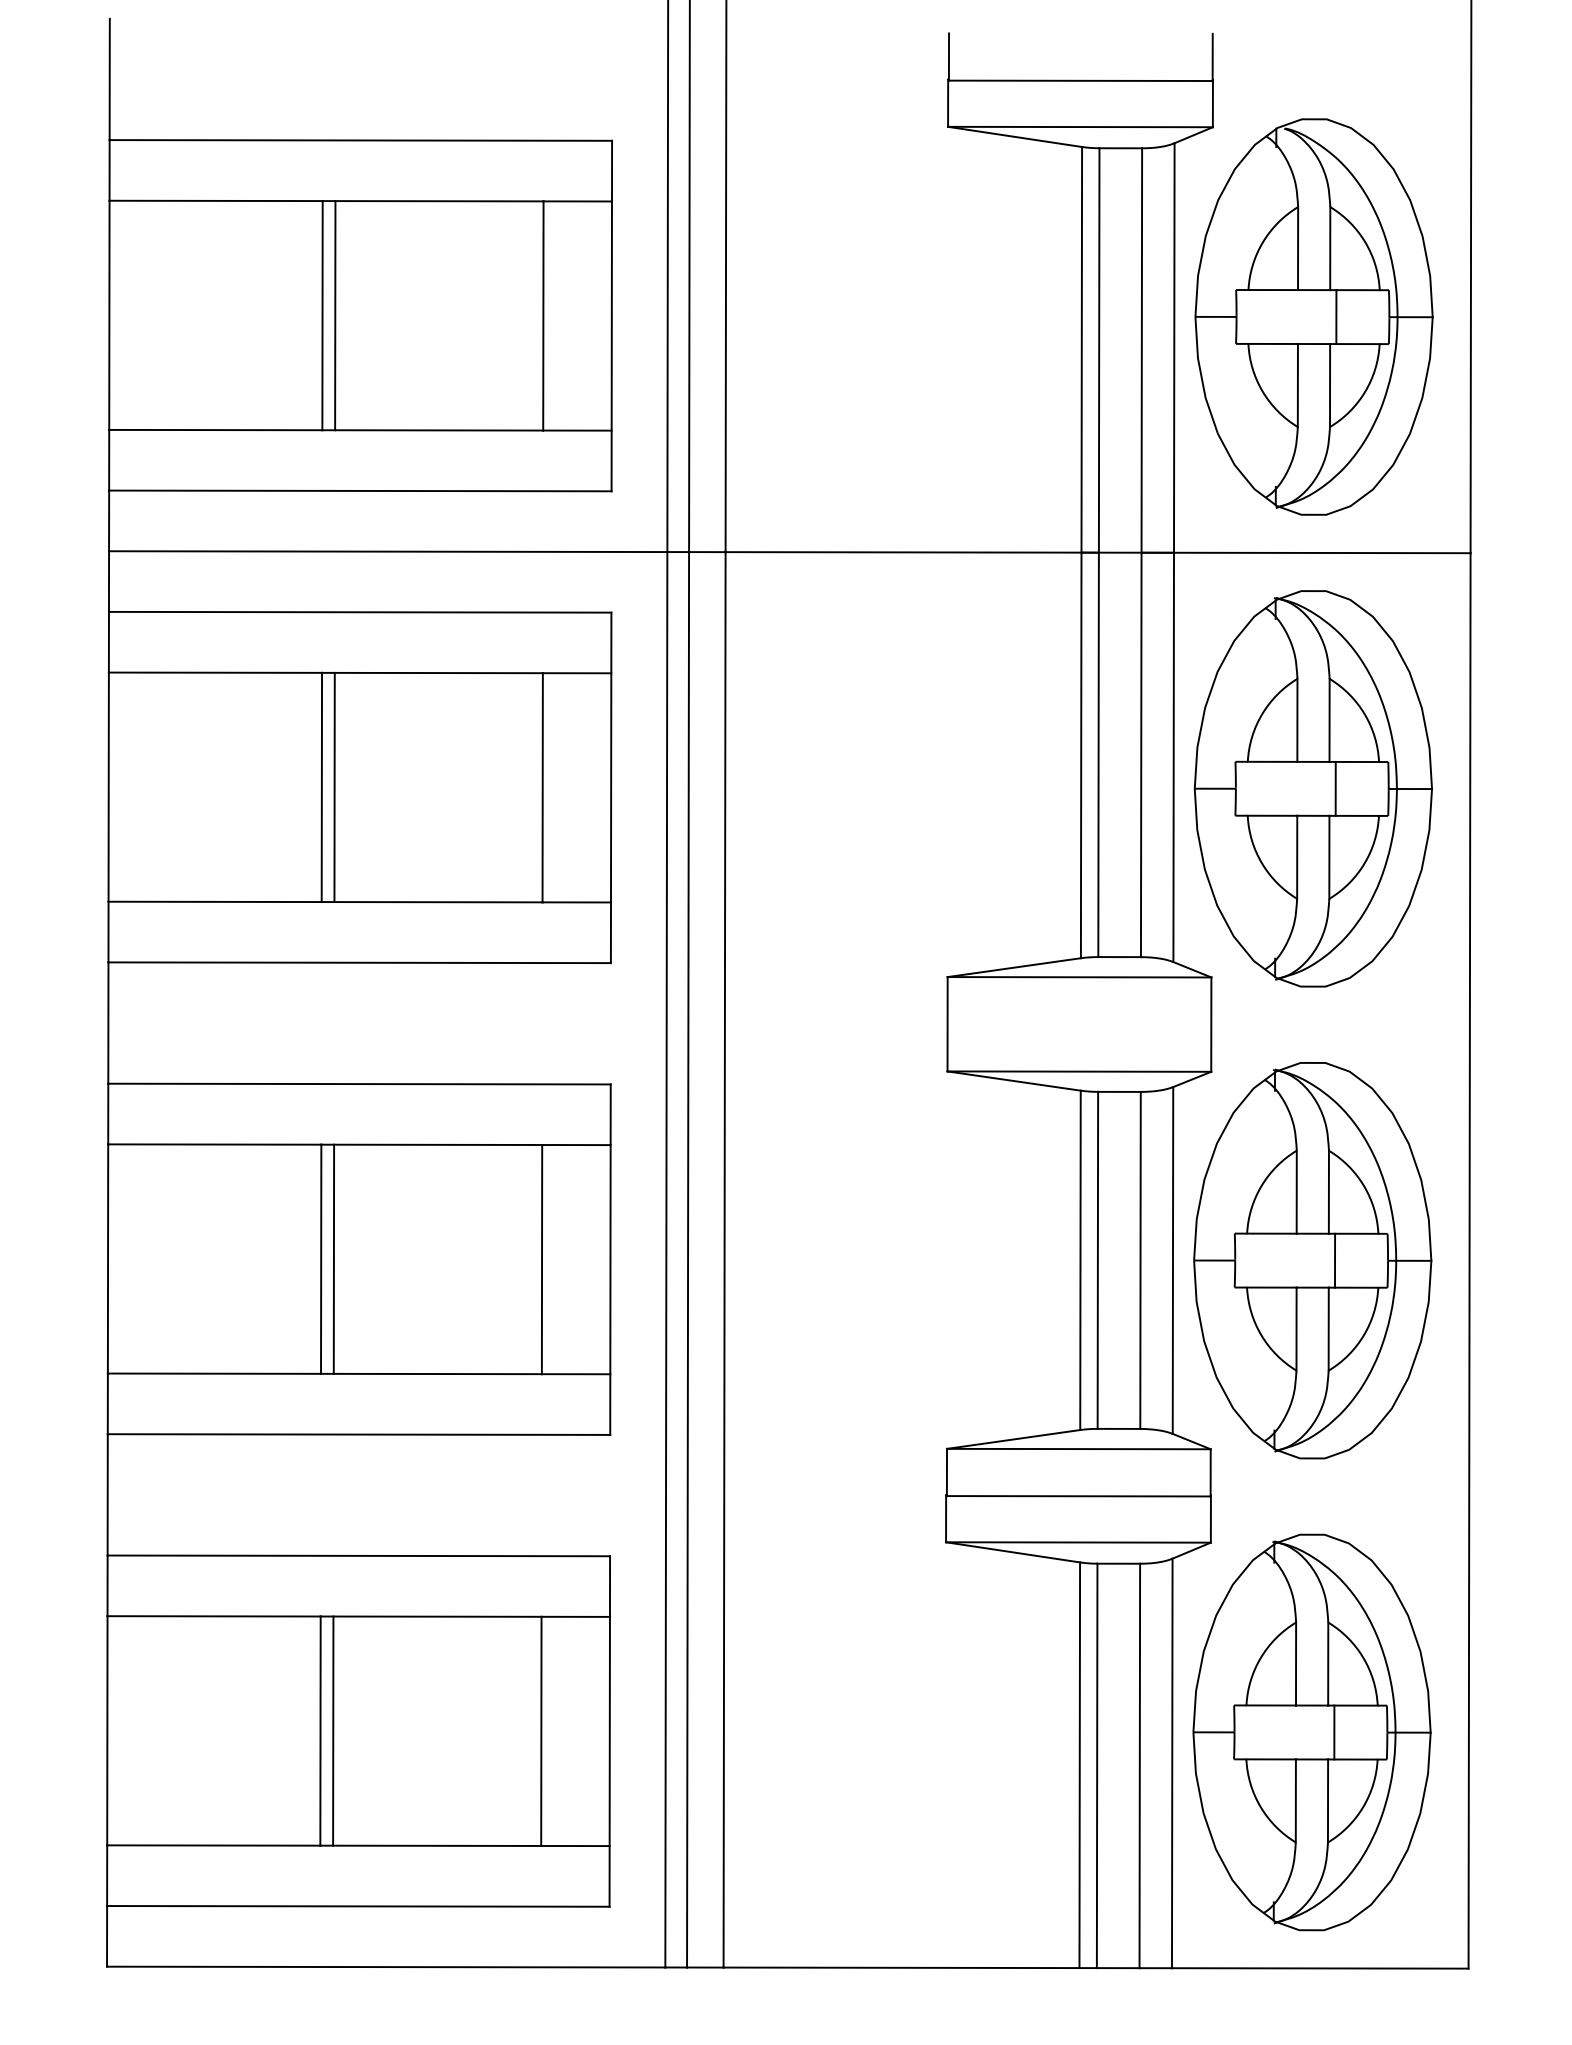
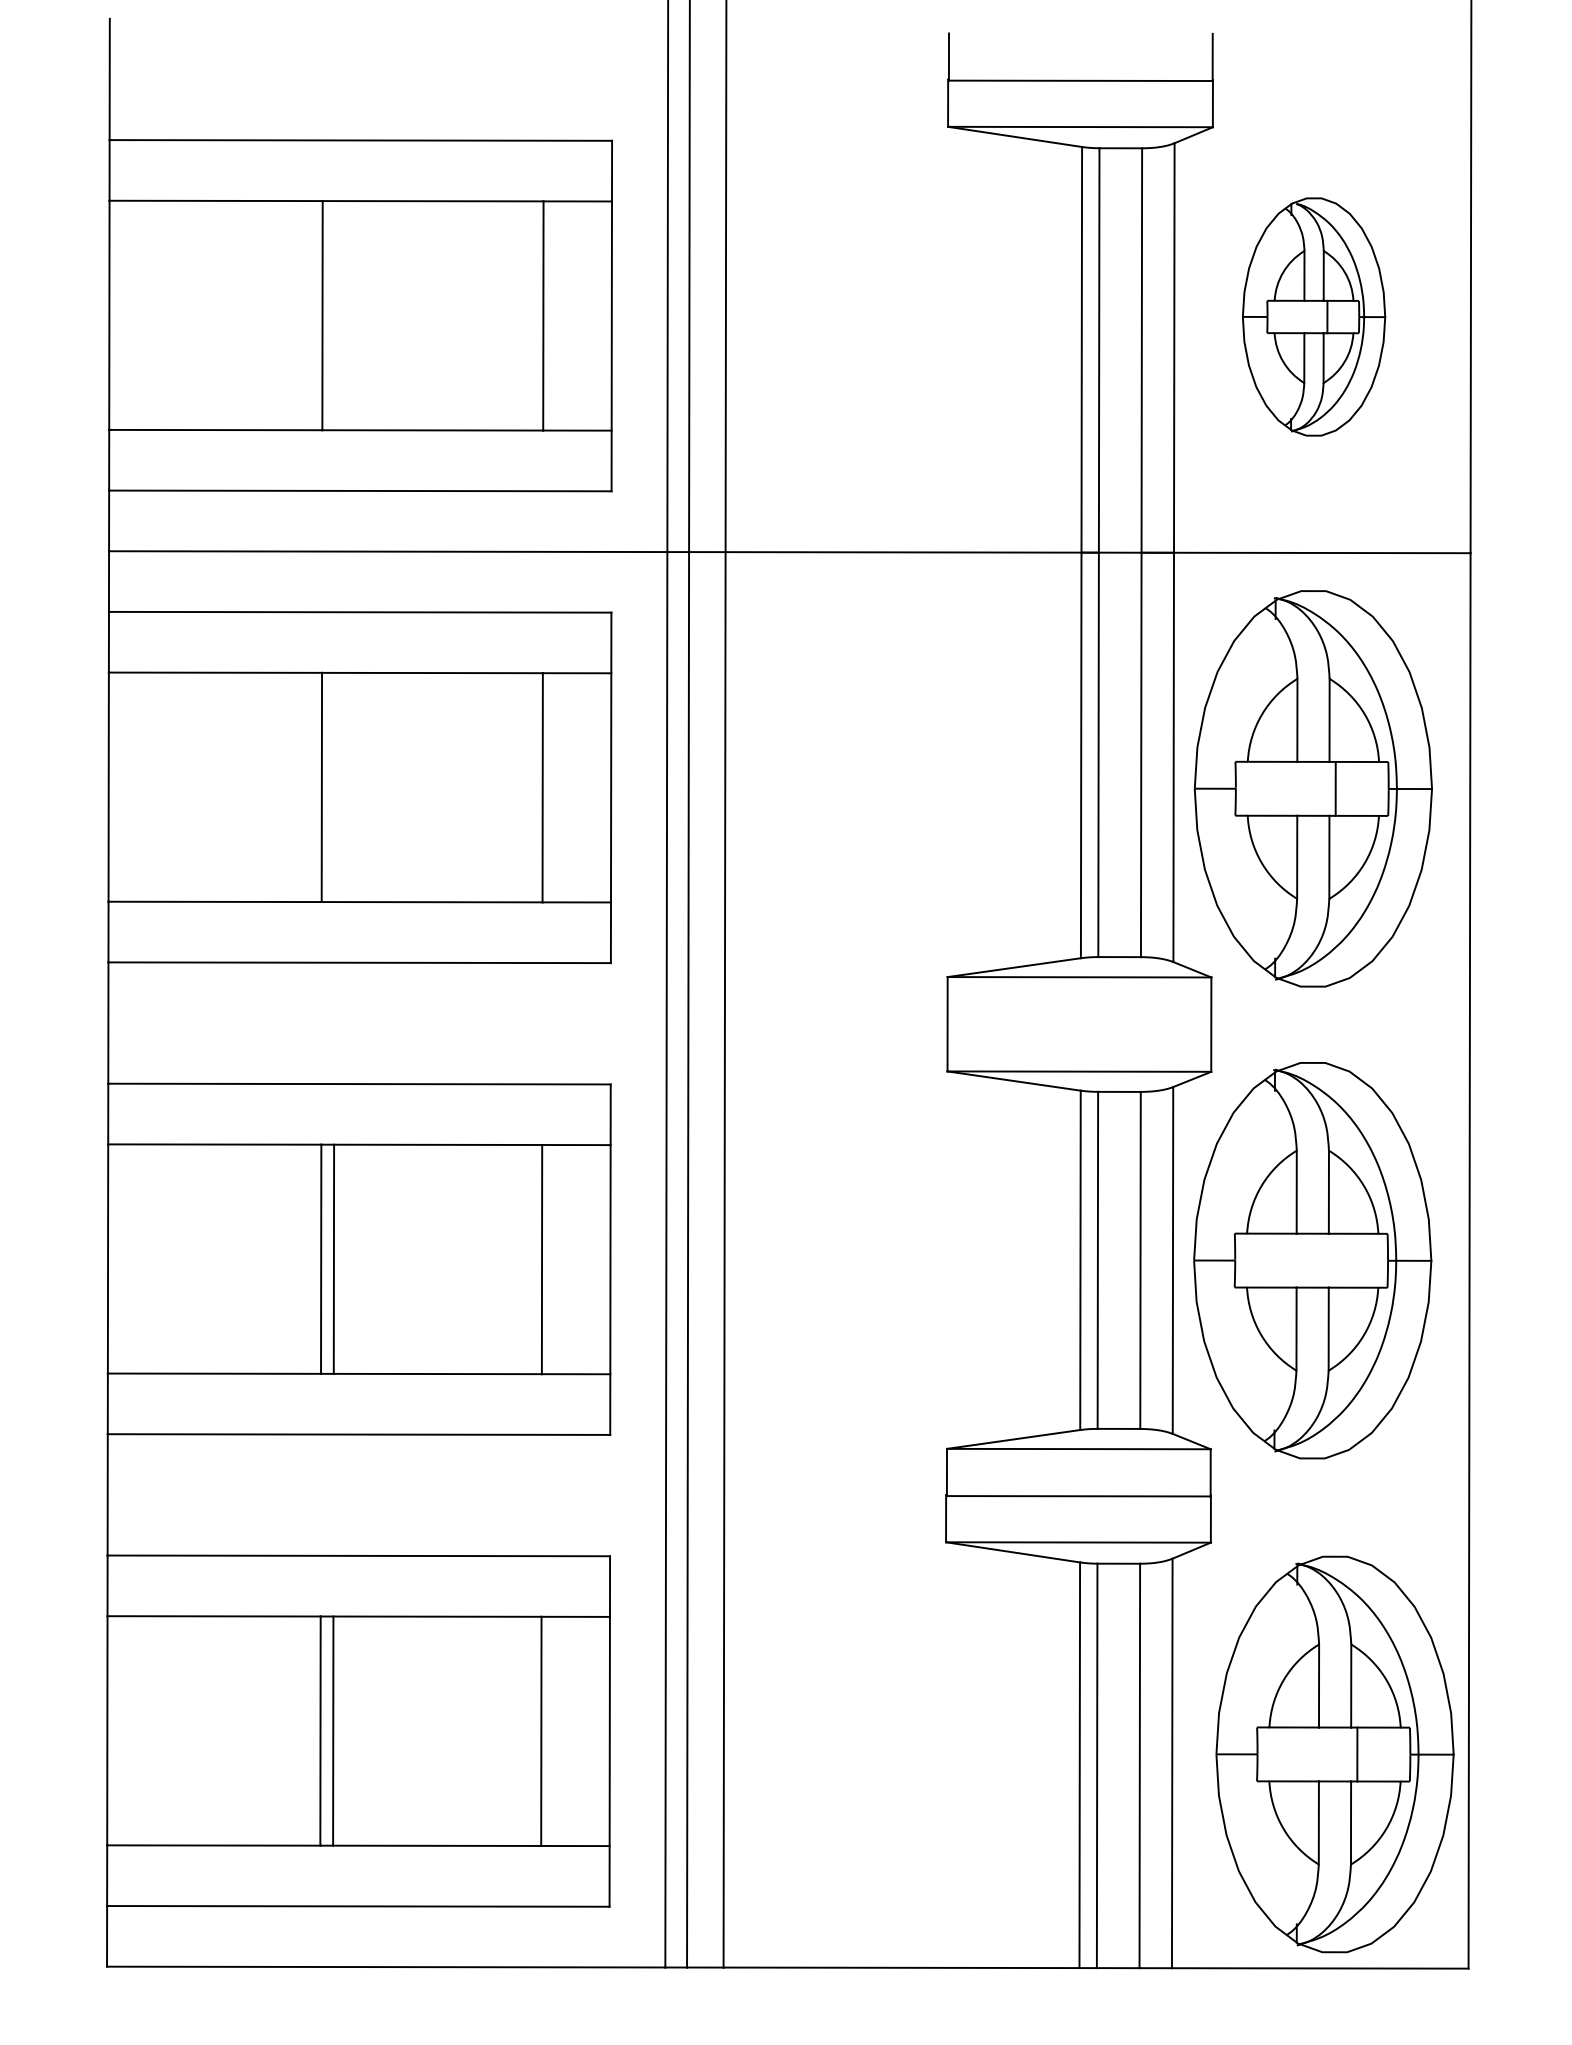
line at (335, 315): present -> none
part at (1313, 316) size: 240x398 px -> 145x240 px
line at (334, 787): present -> none
line at (1335, 1260): present -> none
part at (1311, 1732) position: (1311, 1732) -> (1334, 1754)
